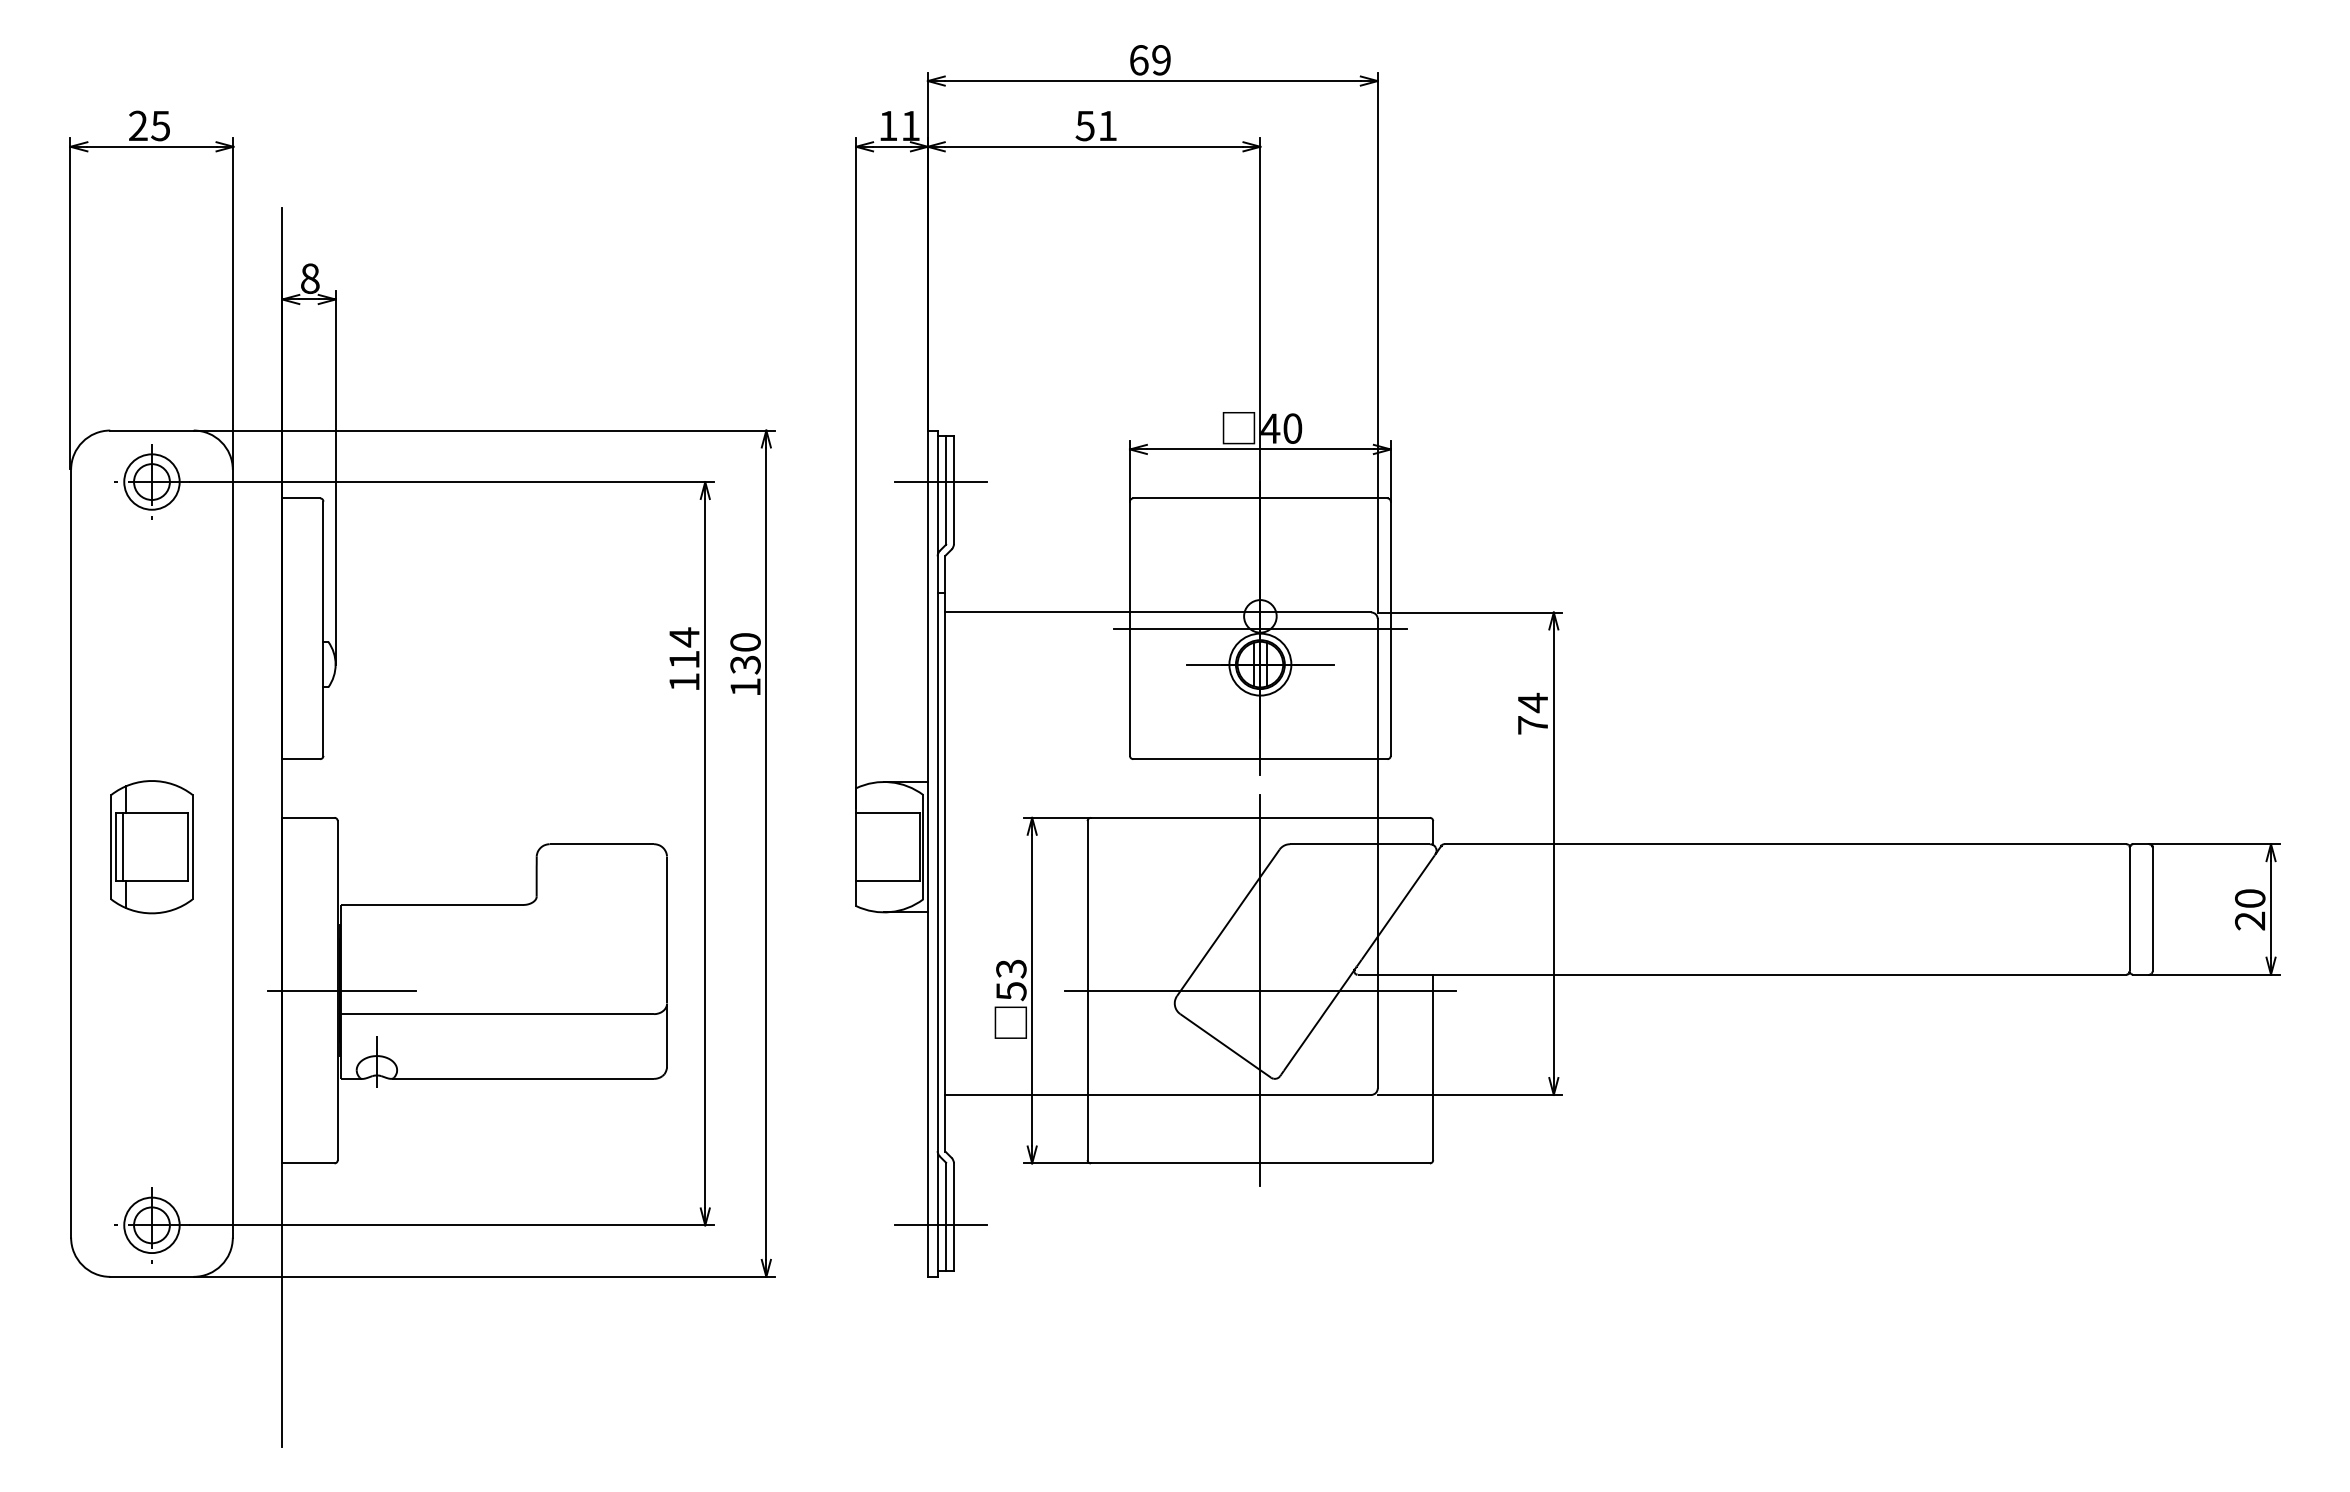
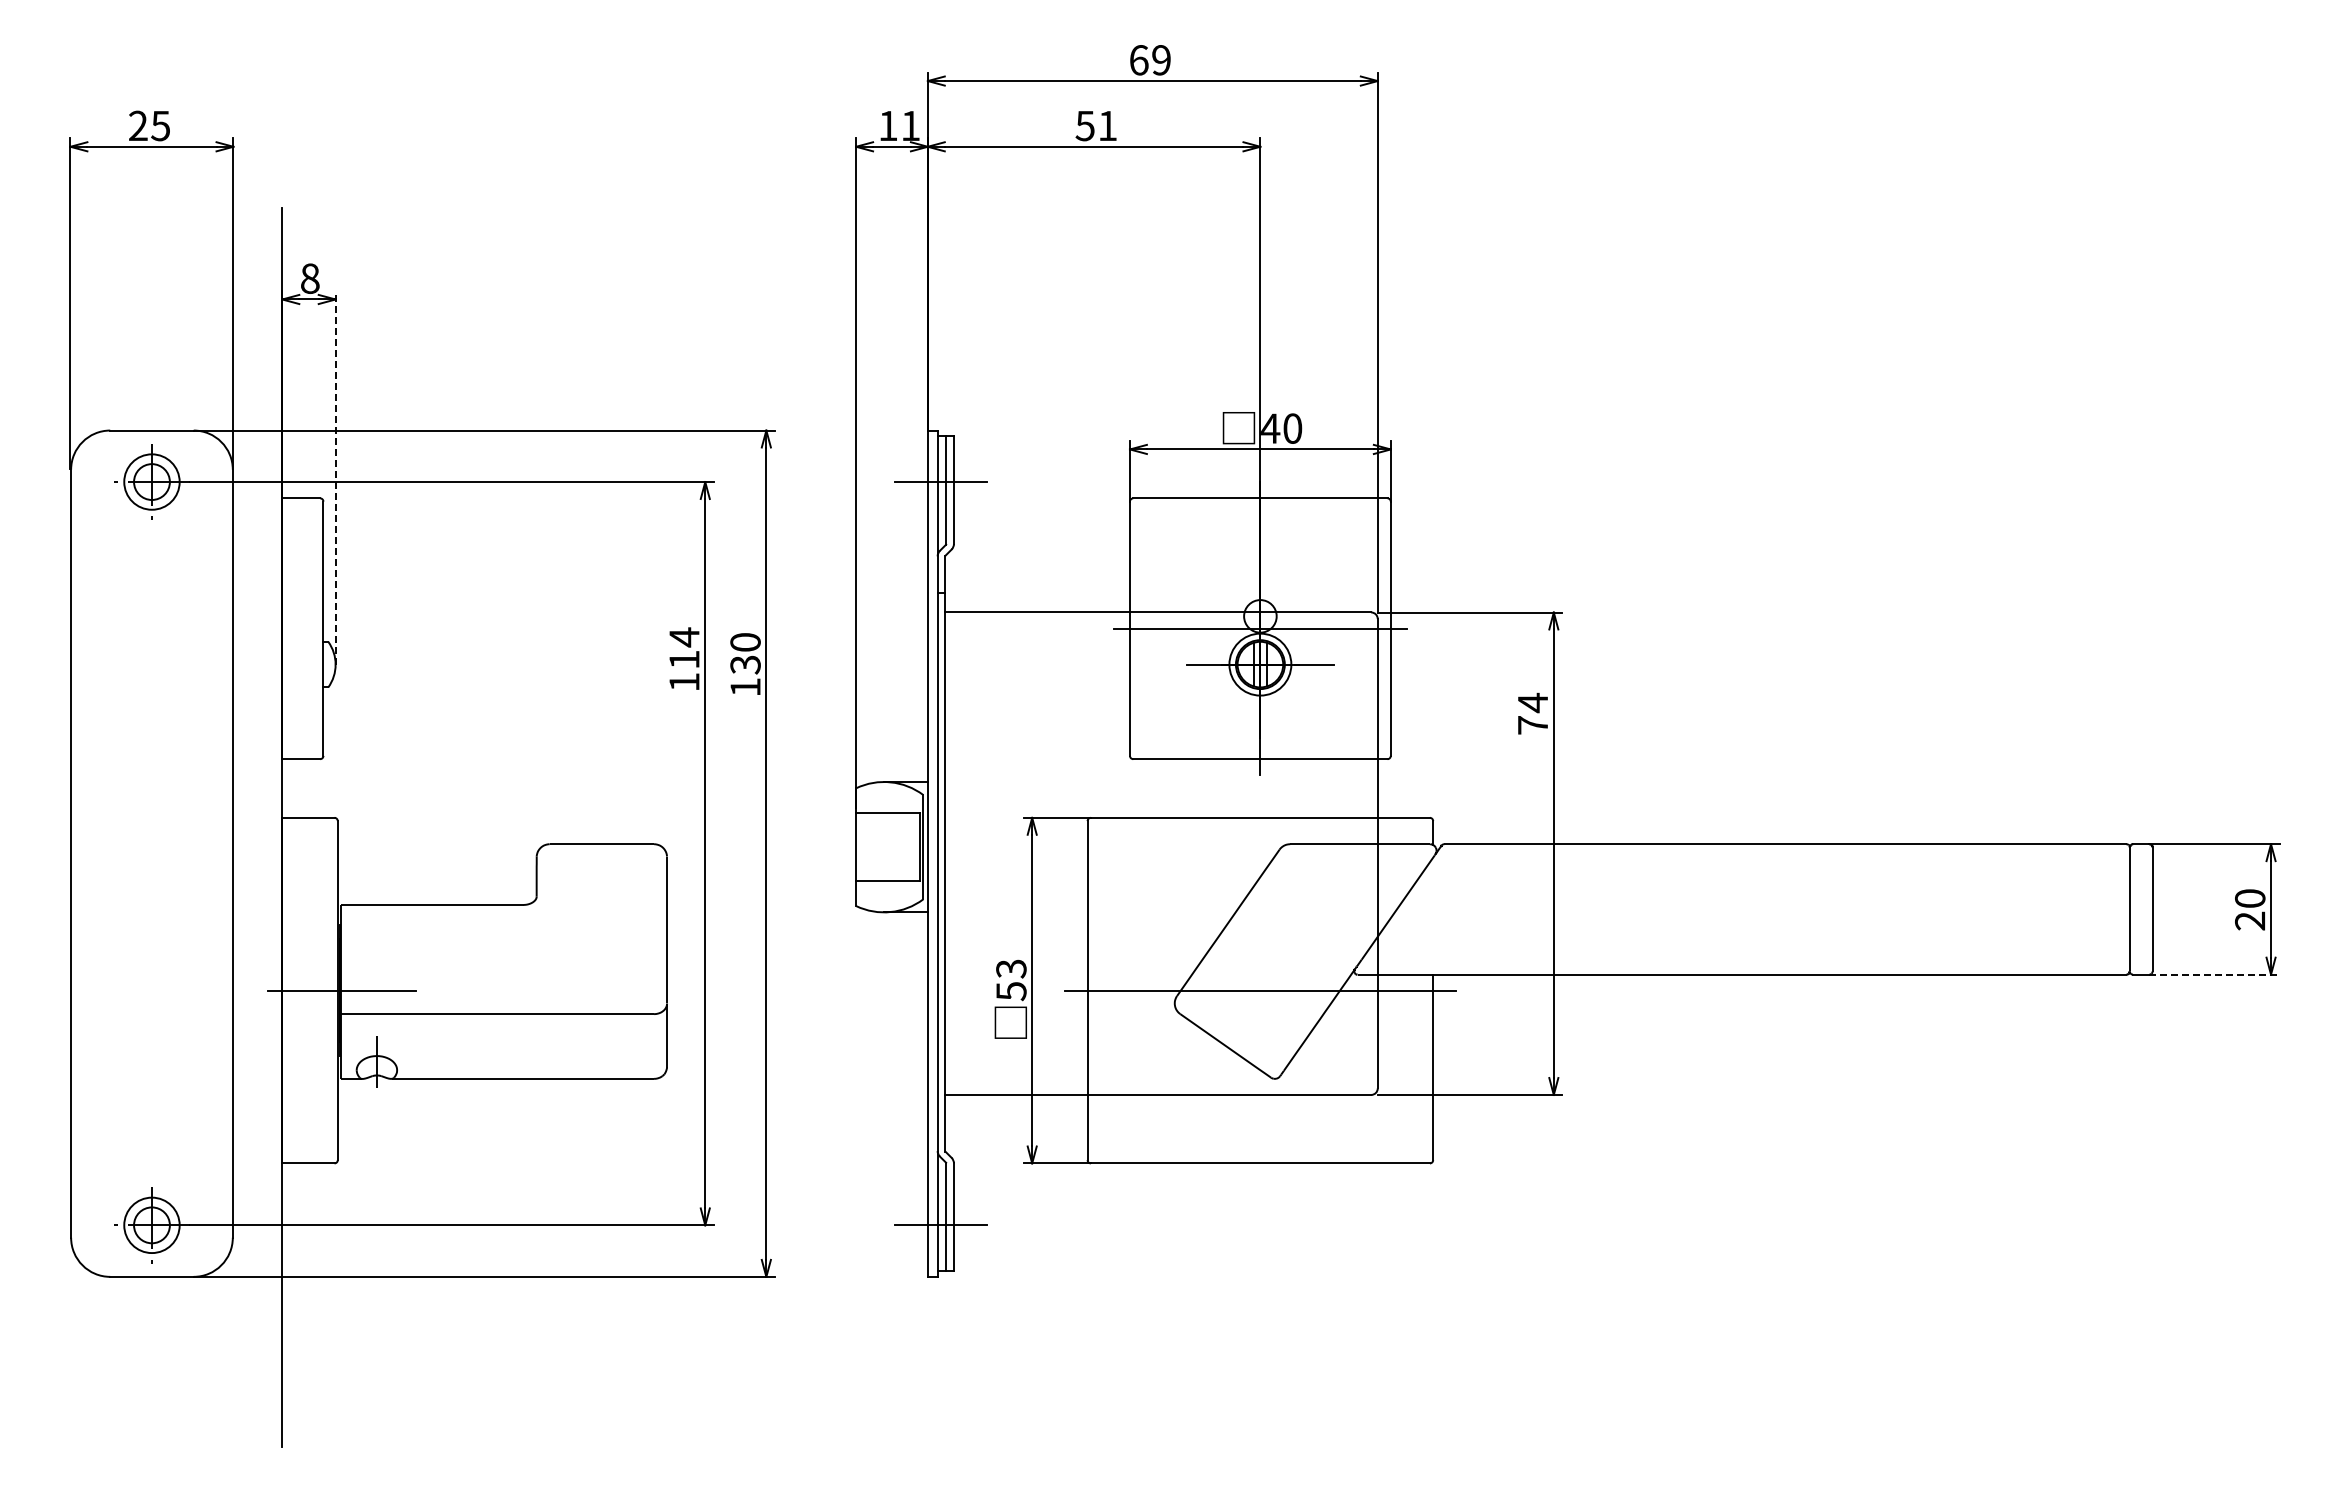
line at (335, 477): solid -> dashed
part at (151, 847): present -> none
line at (2214, 974): solid -> dashed
line at (1260, 990): present -> none
